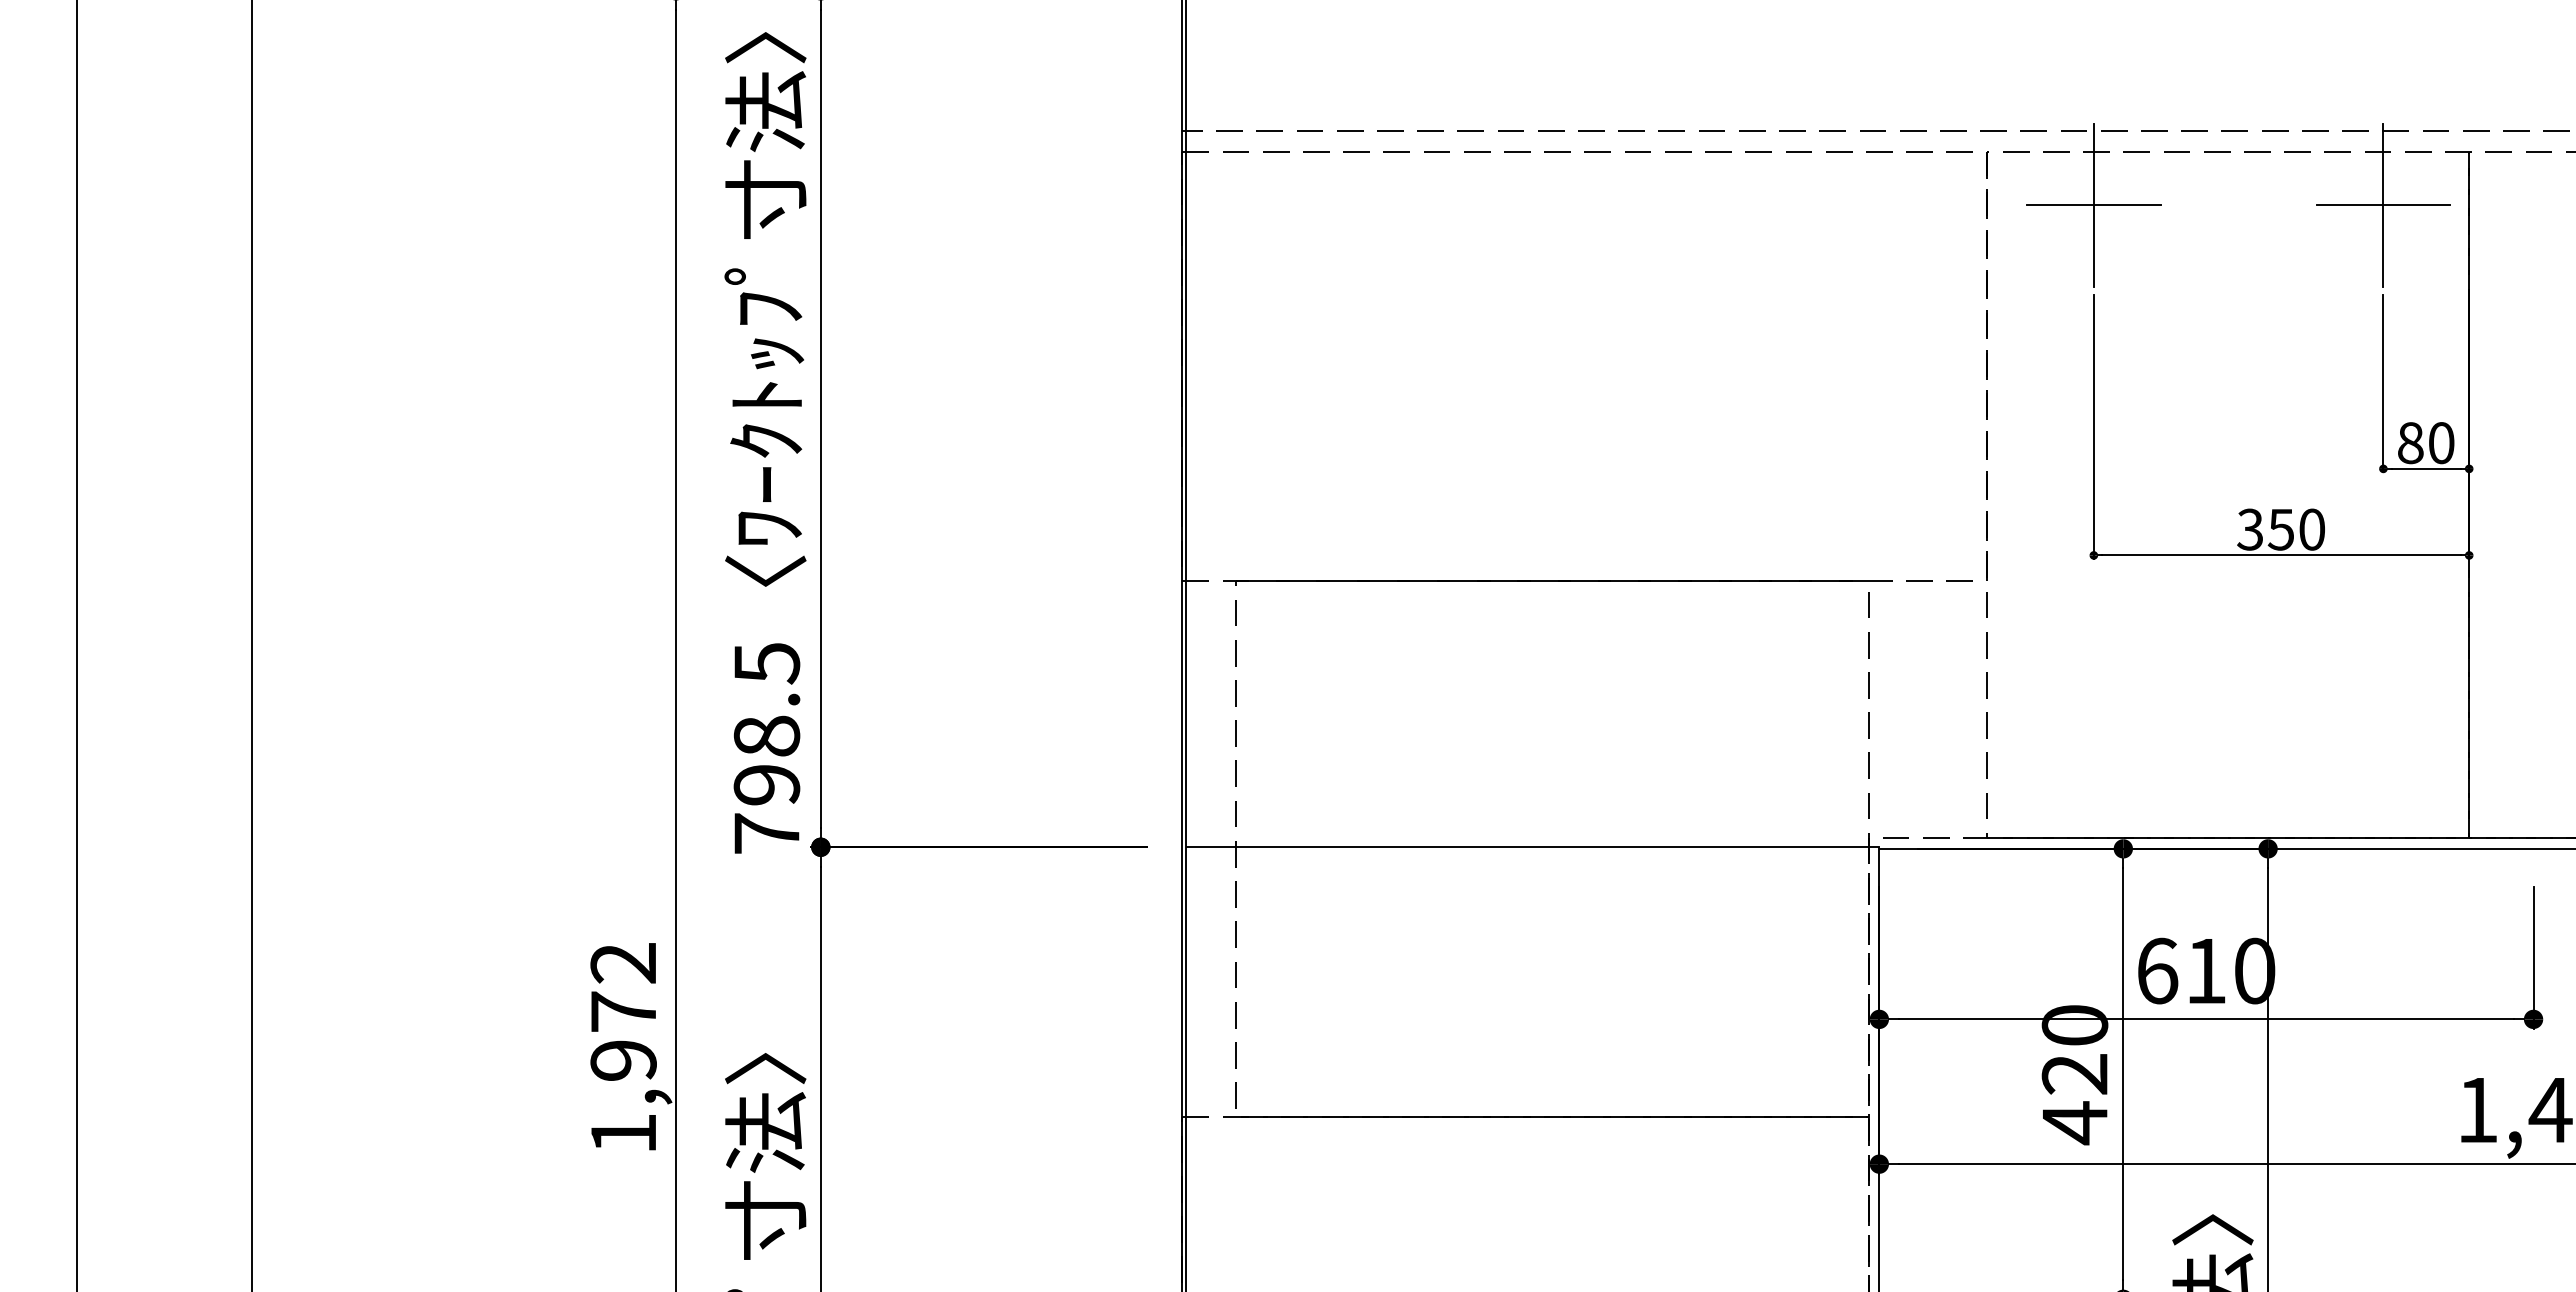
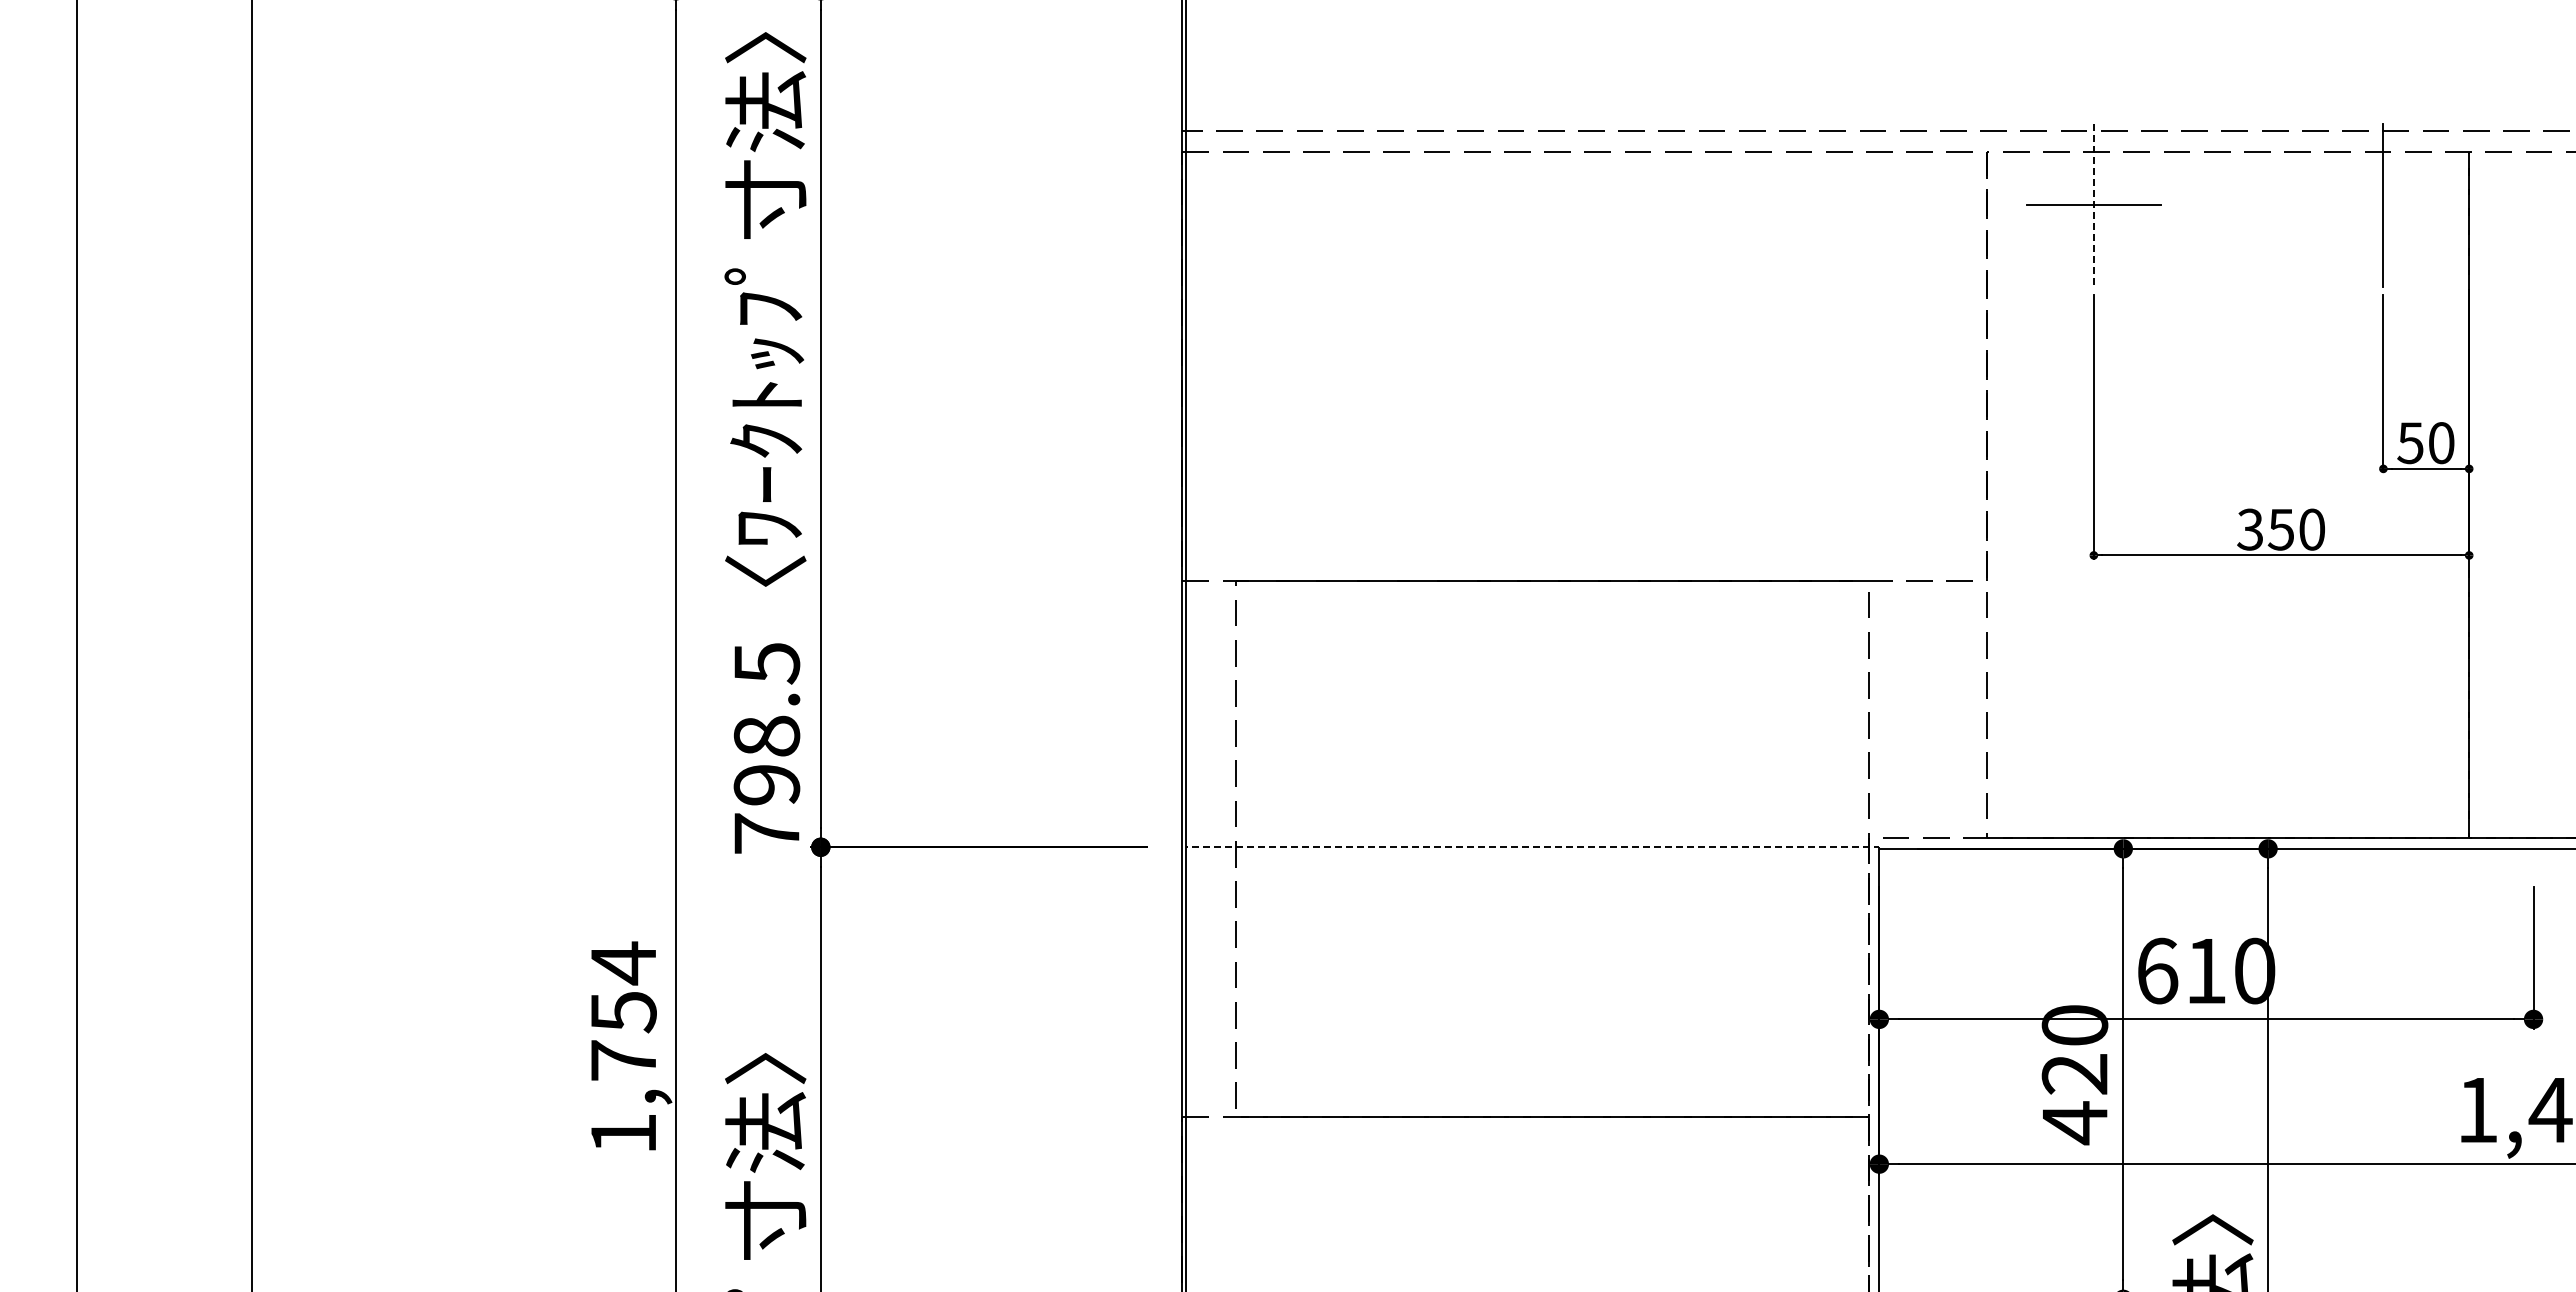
line at (2093, 205): solid -> dashed
line at (2383, 205): present -> none
text at (2410, 443): 80 -> 50
line at (1533, 847): solid -> dashed
text at (623, 1010): 1,972 -> 1,754
